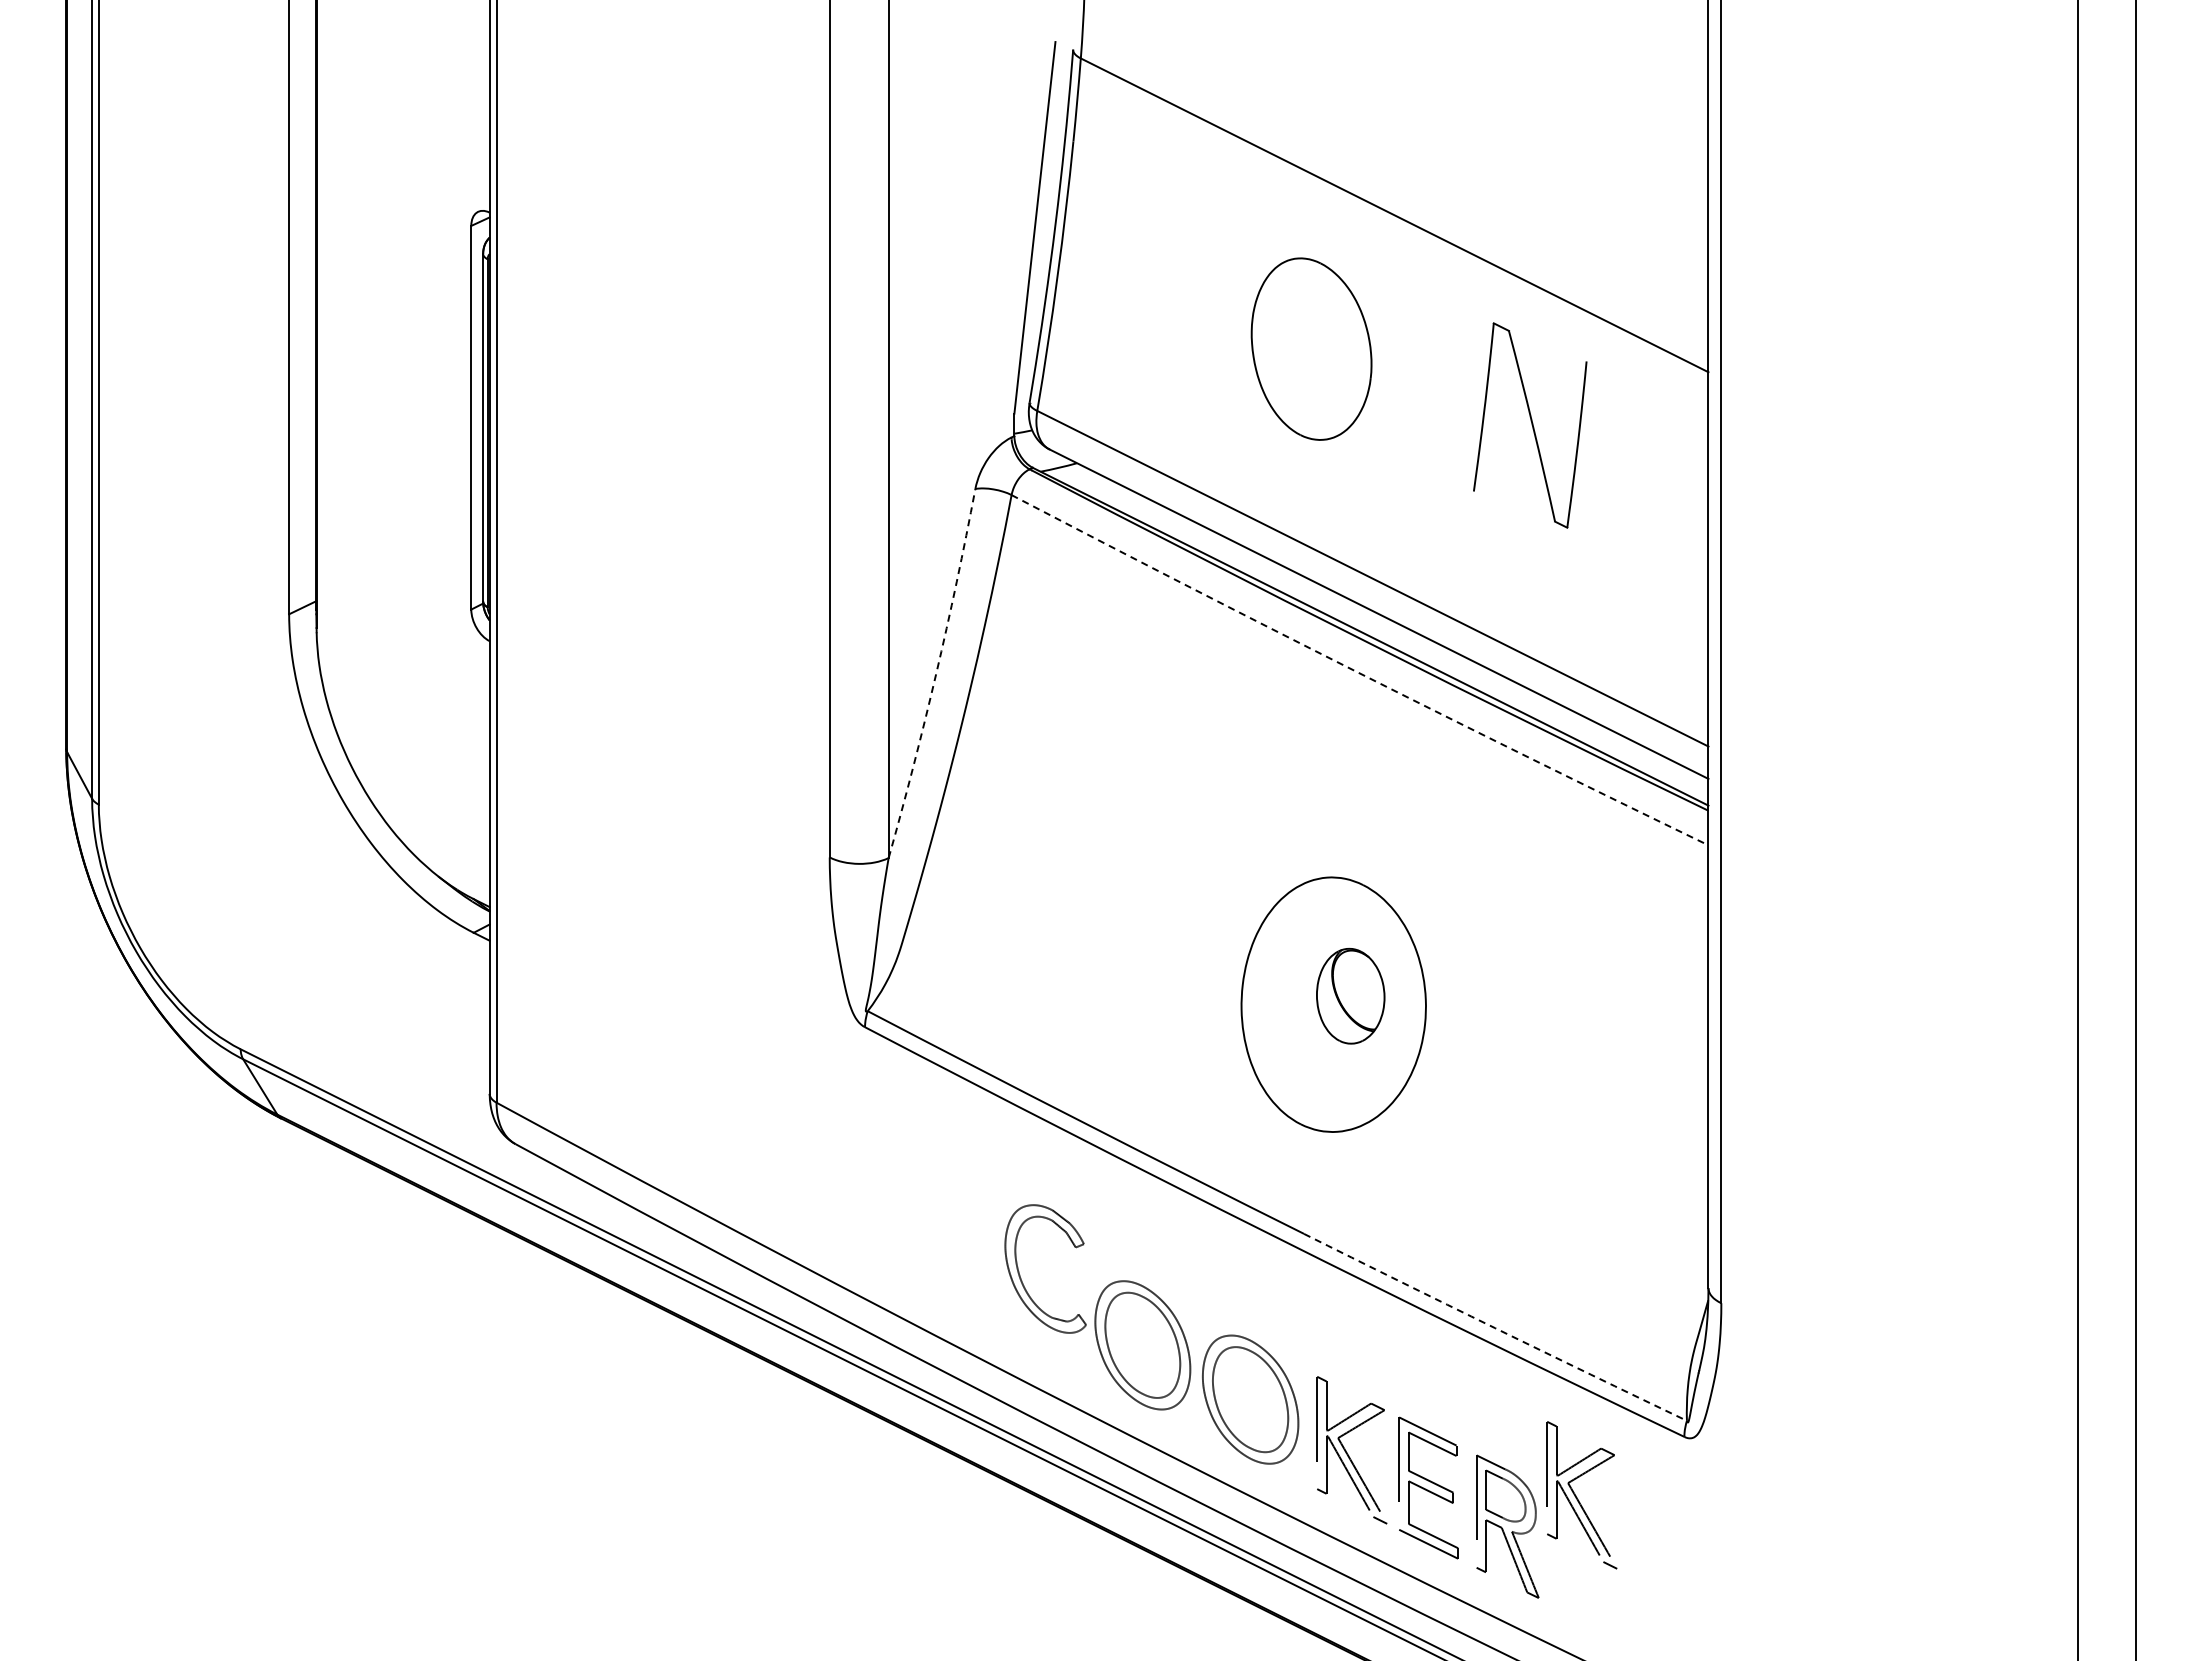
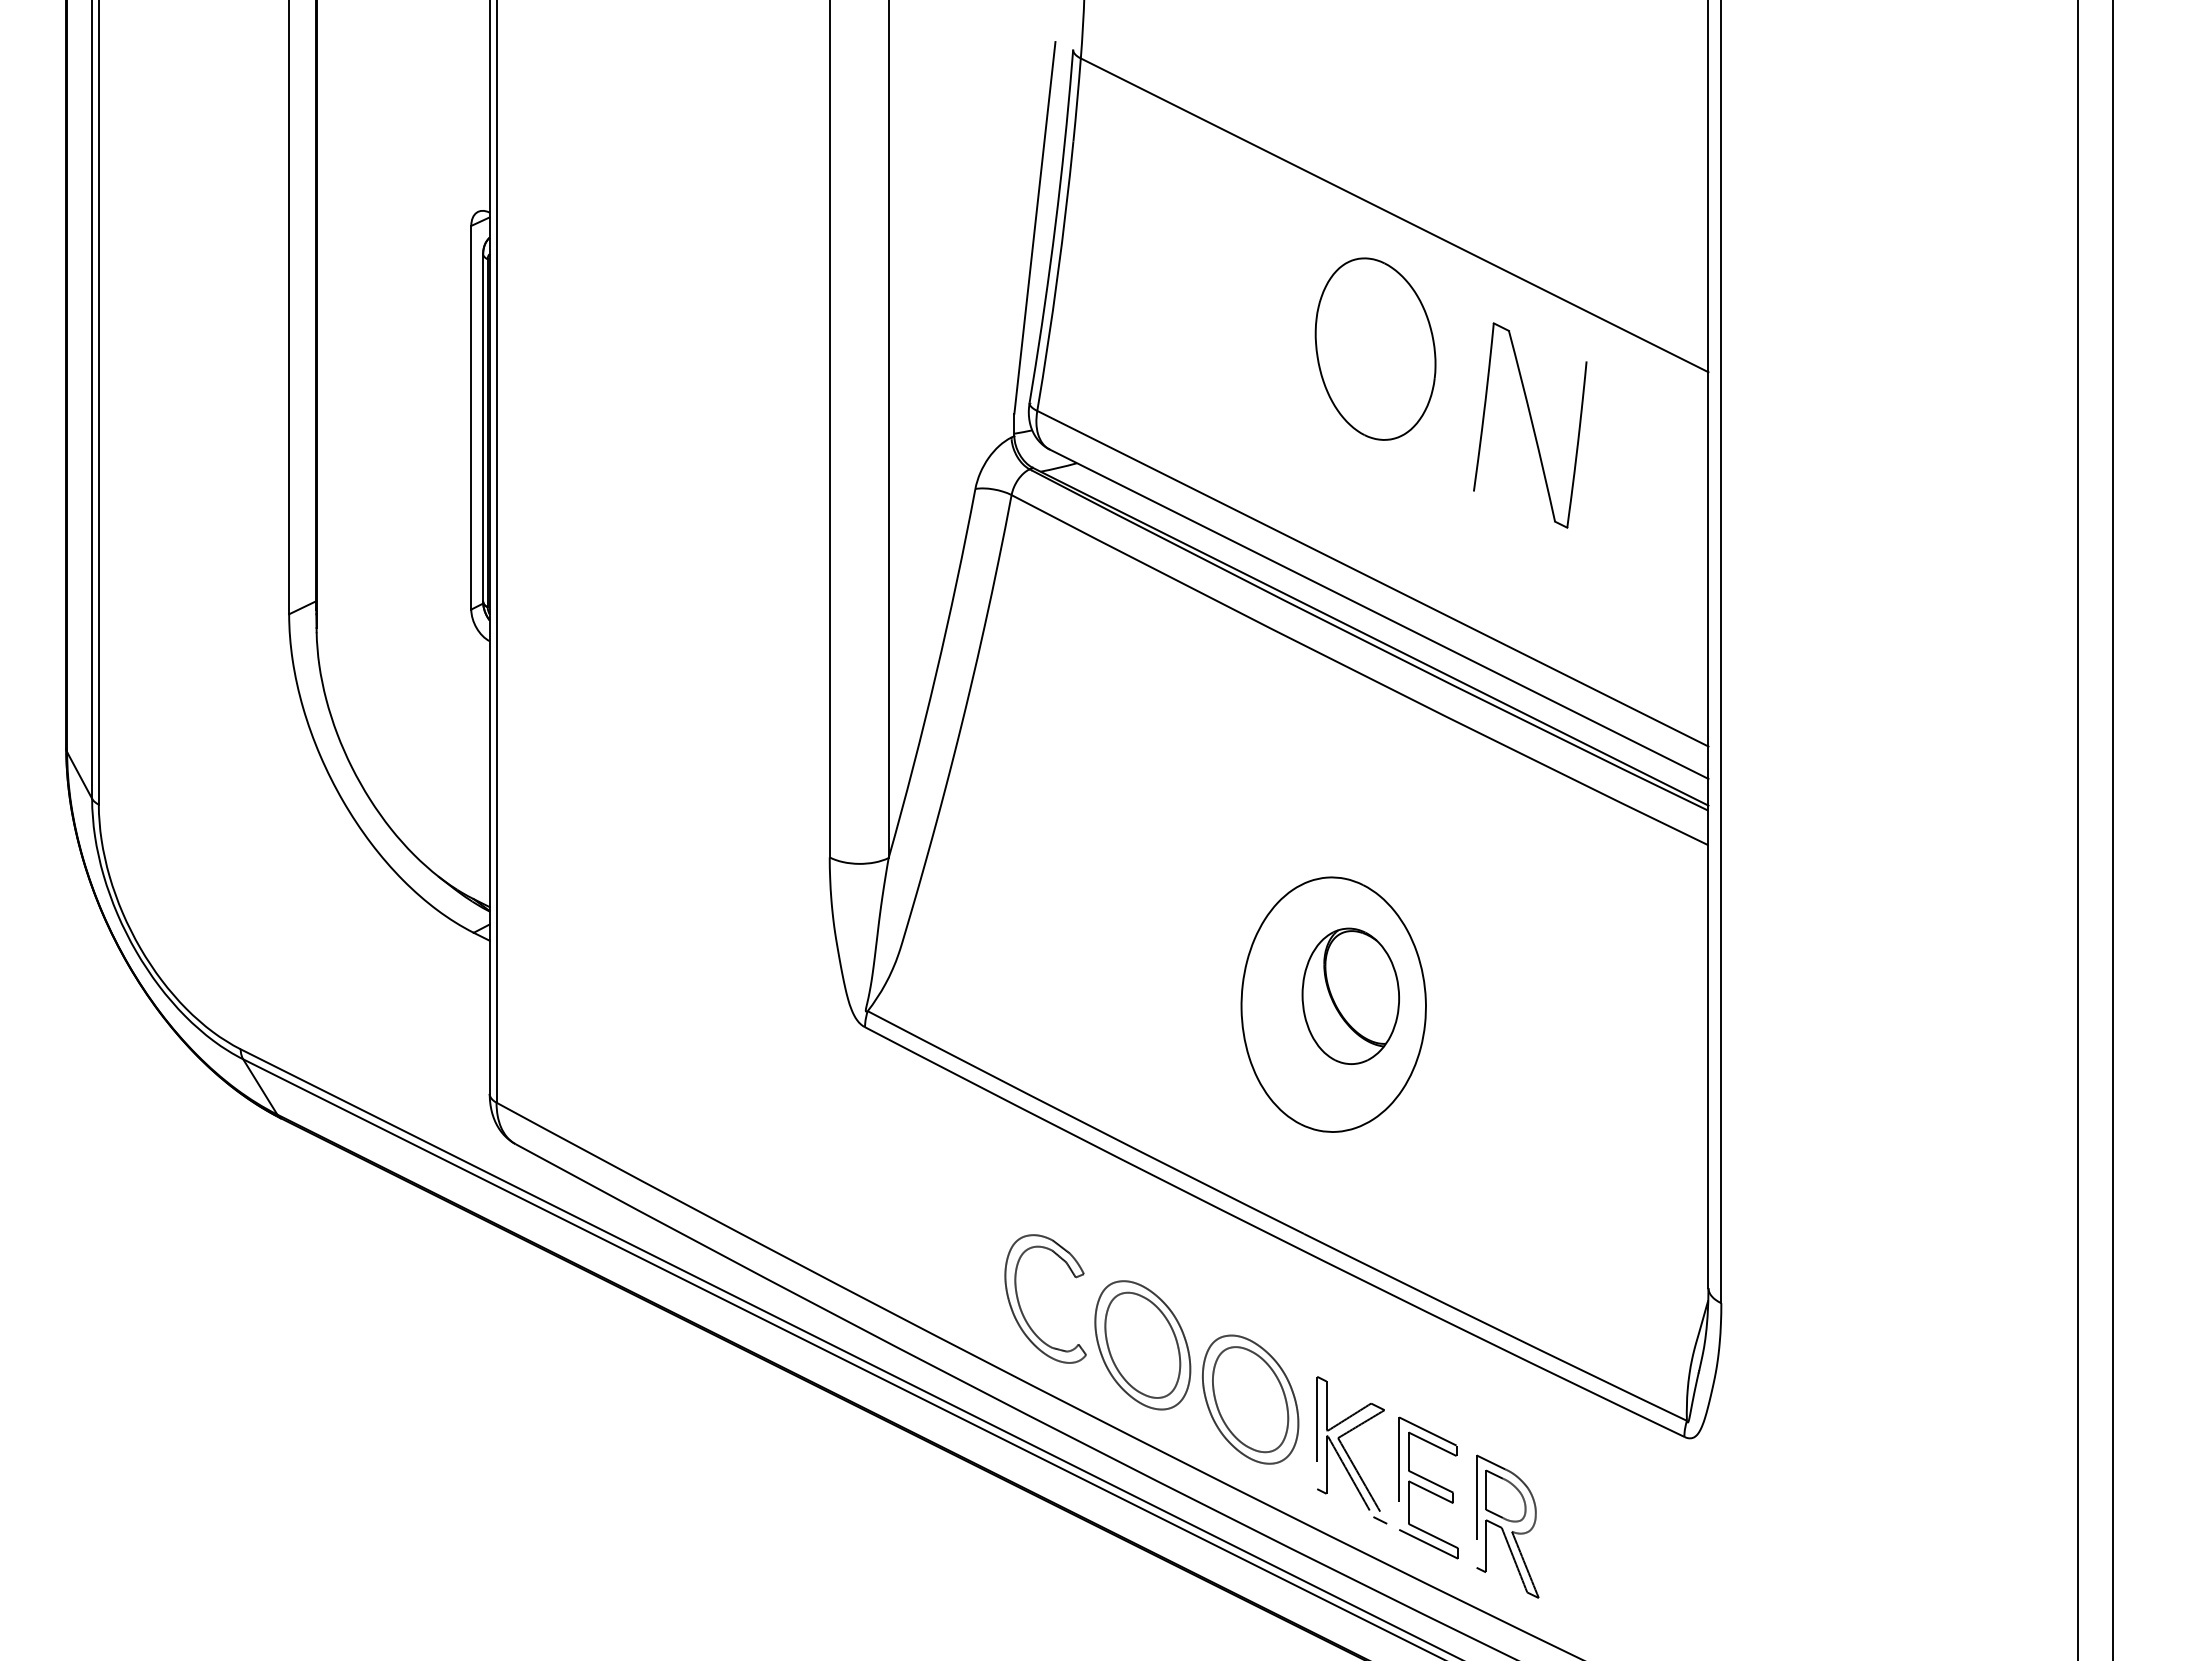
part at (1311, 348) position: (1311, 348) -> (1375, 348)
arc at (1358, 672): dashed -> solid
arc at (936, 674): dashed -> solid
line at (2135, 829) position: (2135, 829) -> (2112, 829)
part at (1350, 995) size: 70x98 px -> 99x138 px
part at (1020, 1274) position: (1020, 1274) -> (1020, 1304)
arc at (1495, 1328): dashed -> solid
part at (1581, 1495): present -> none
